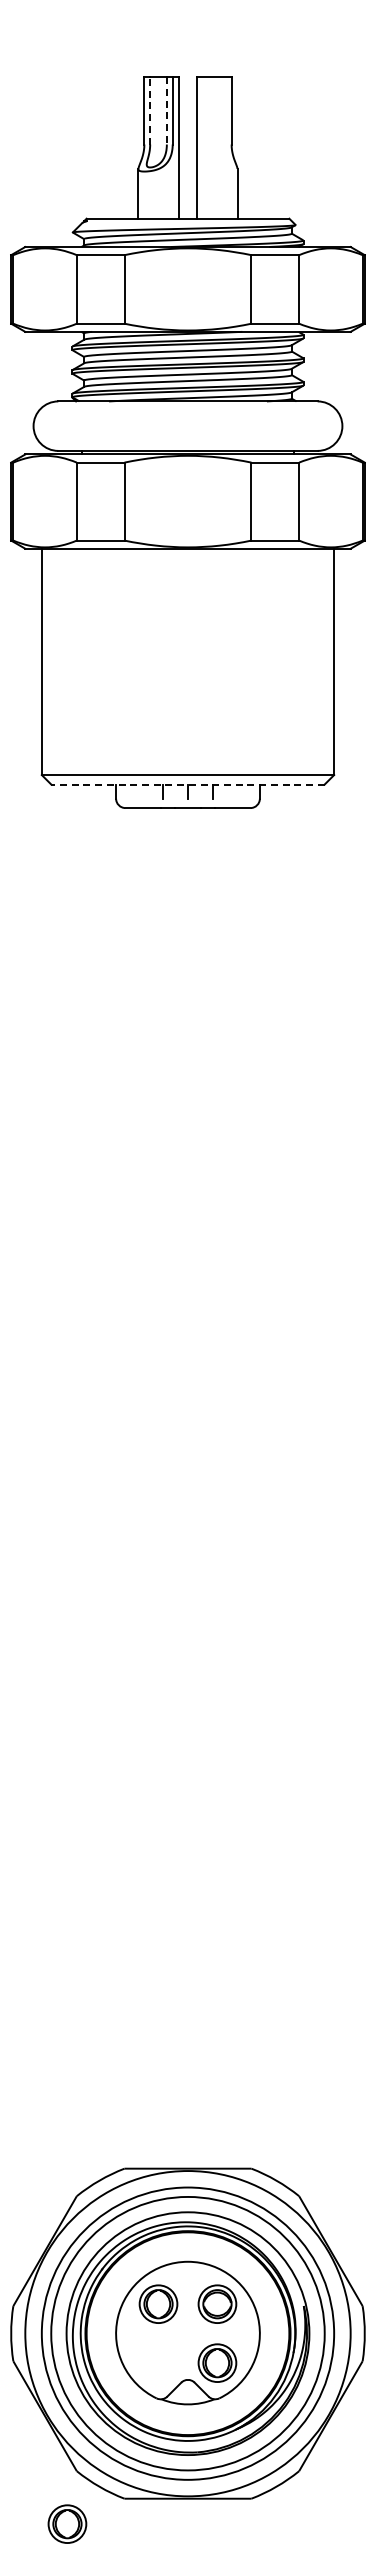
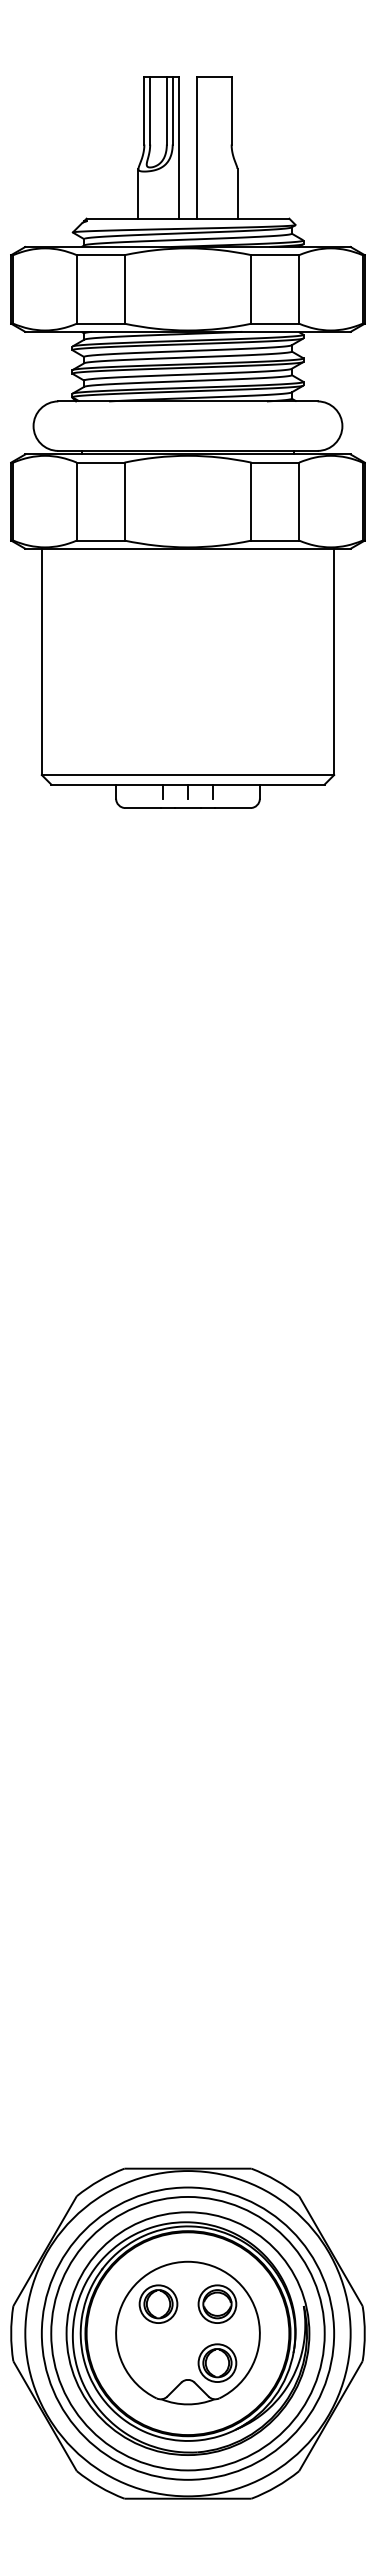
line at (150, 110): dashed -> solid
line at (166, 110): dashed -> solid
line at (187, 784): dashed -> solid
part at (67, 2523): present -> none
